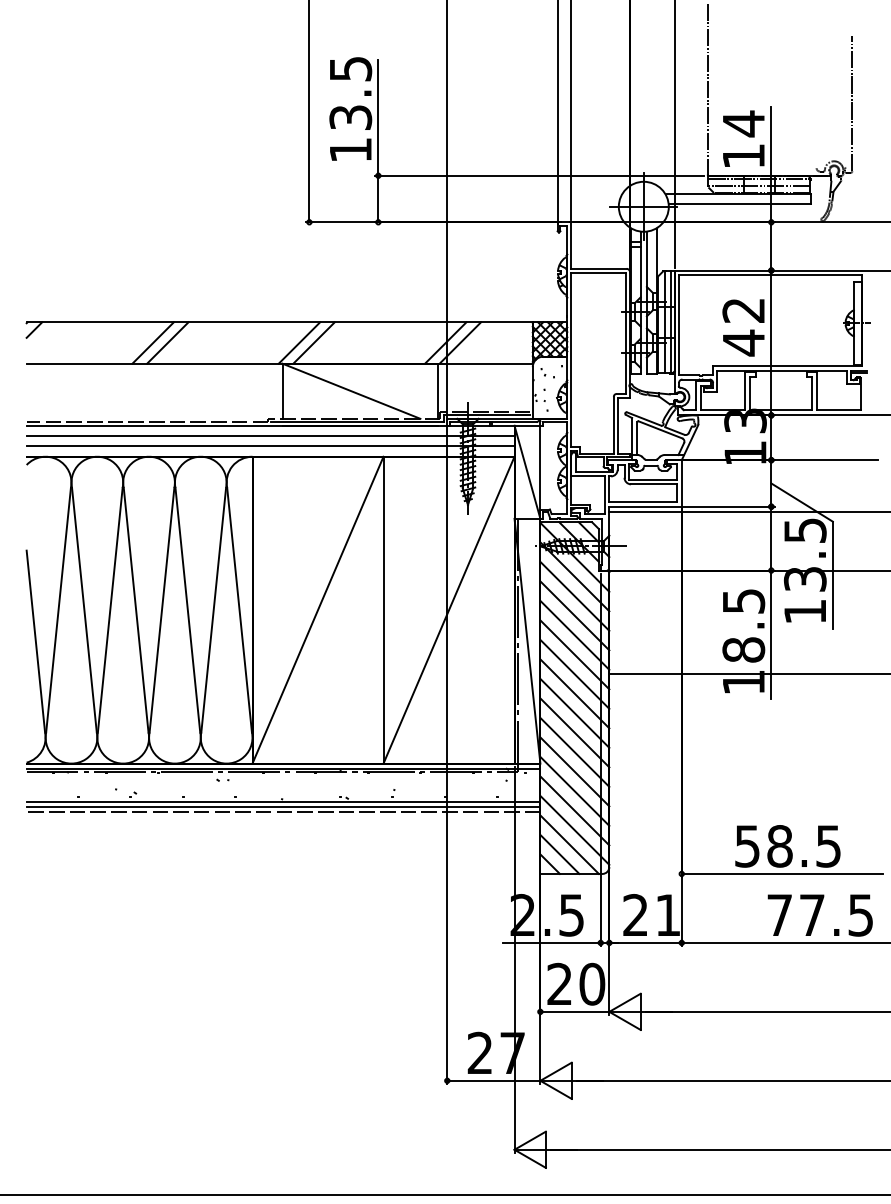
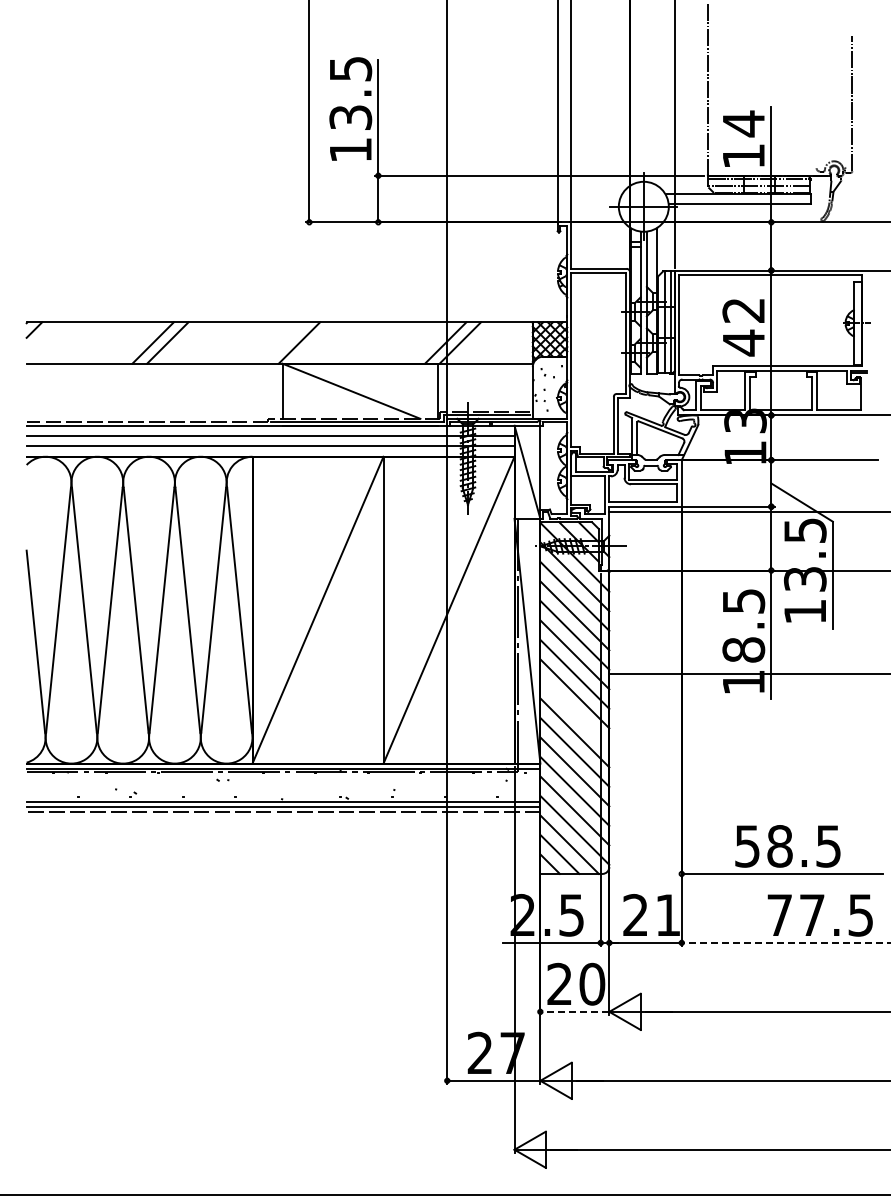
line at (313, 342): present -> none
line at (574, 712): present -> none
line at (785, 942): solid -> dashed
line at (574, 1011): solid -> dashed
